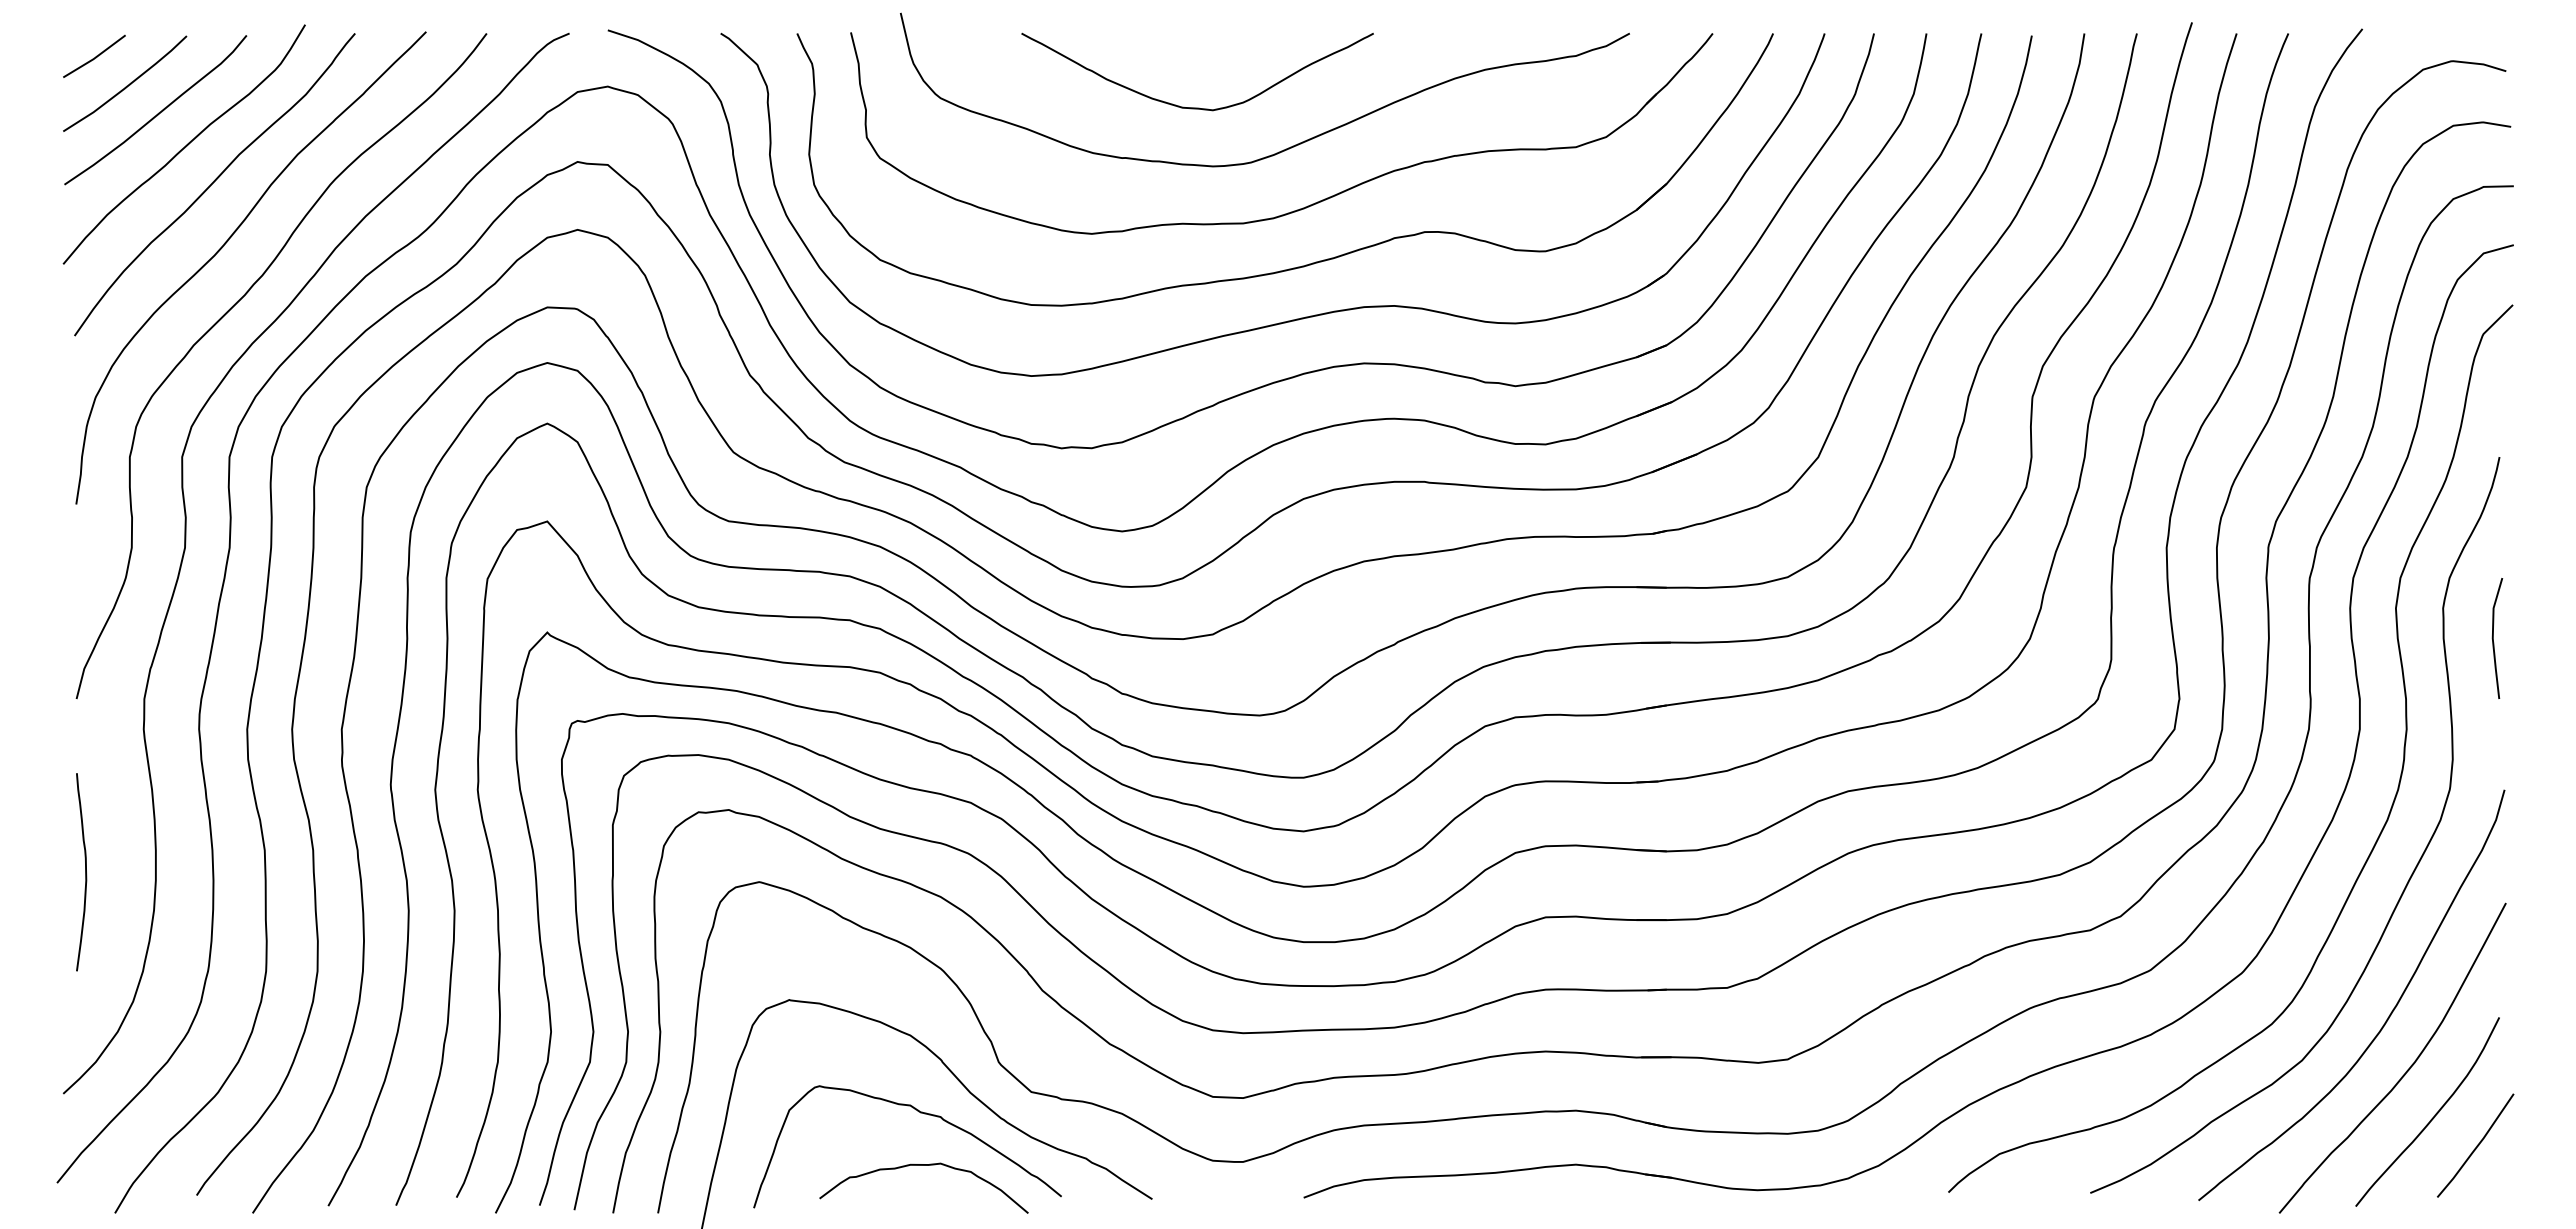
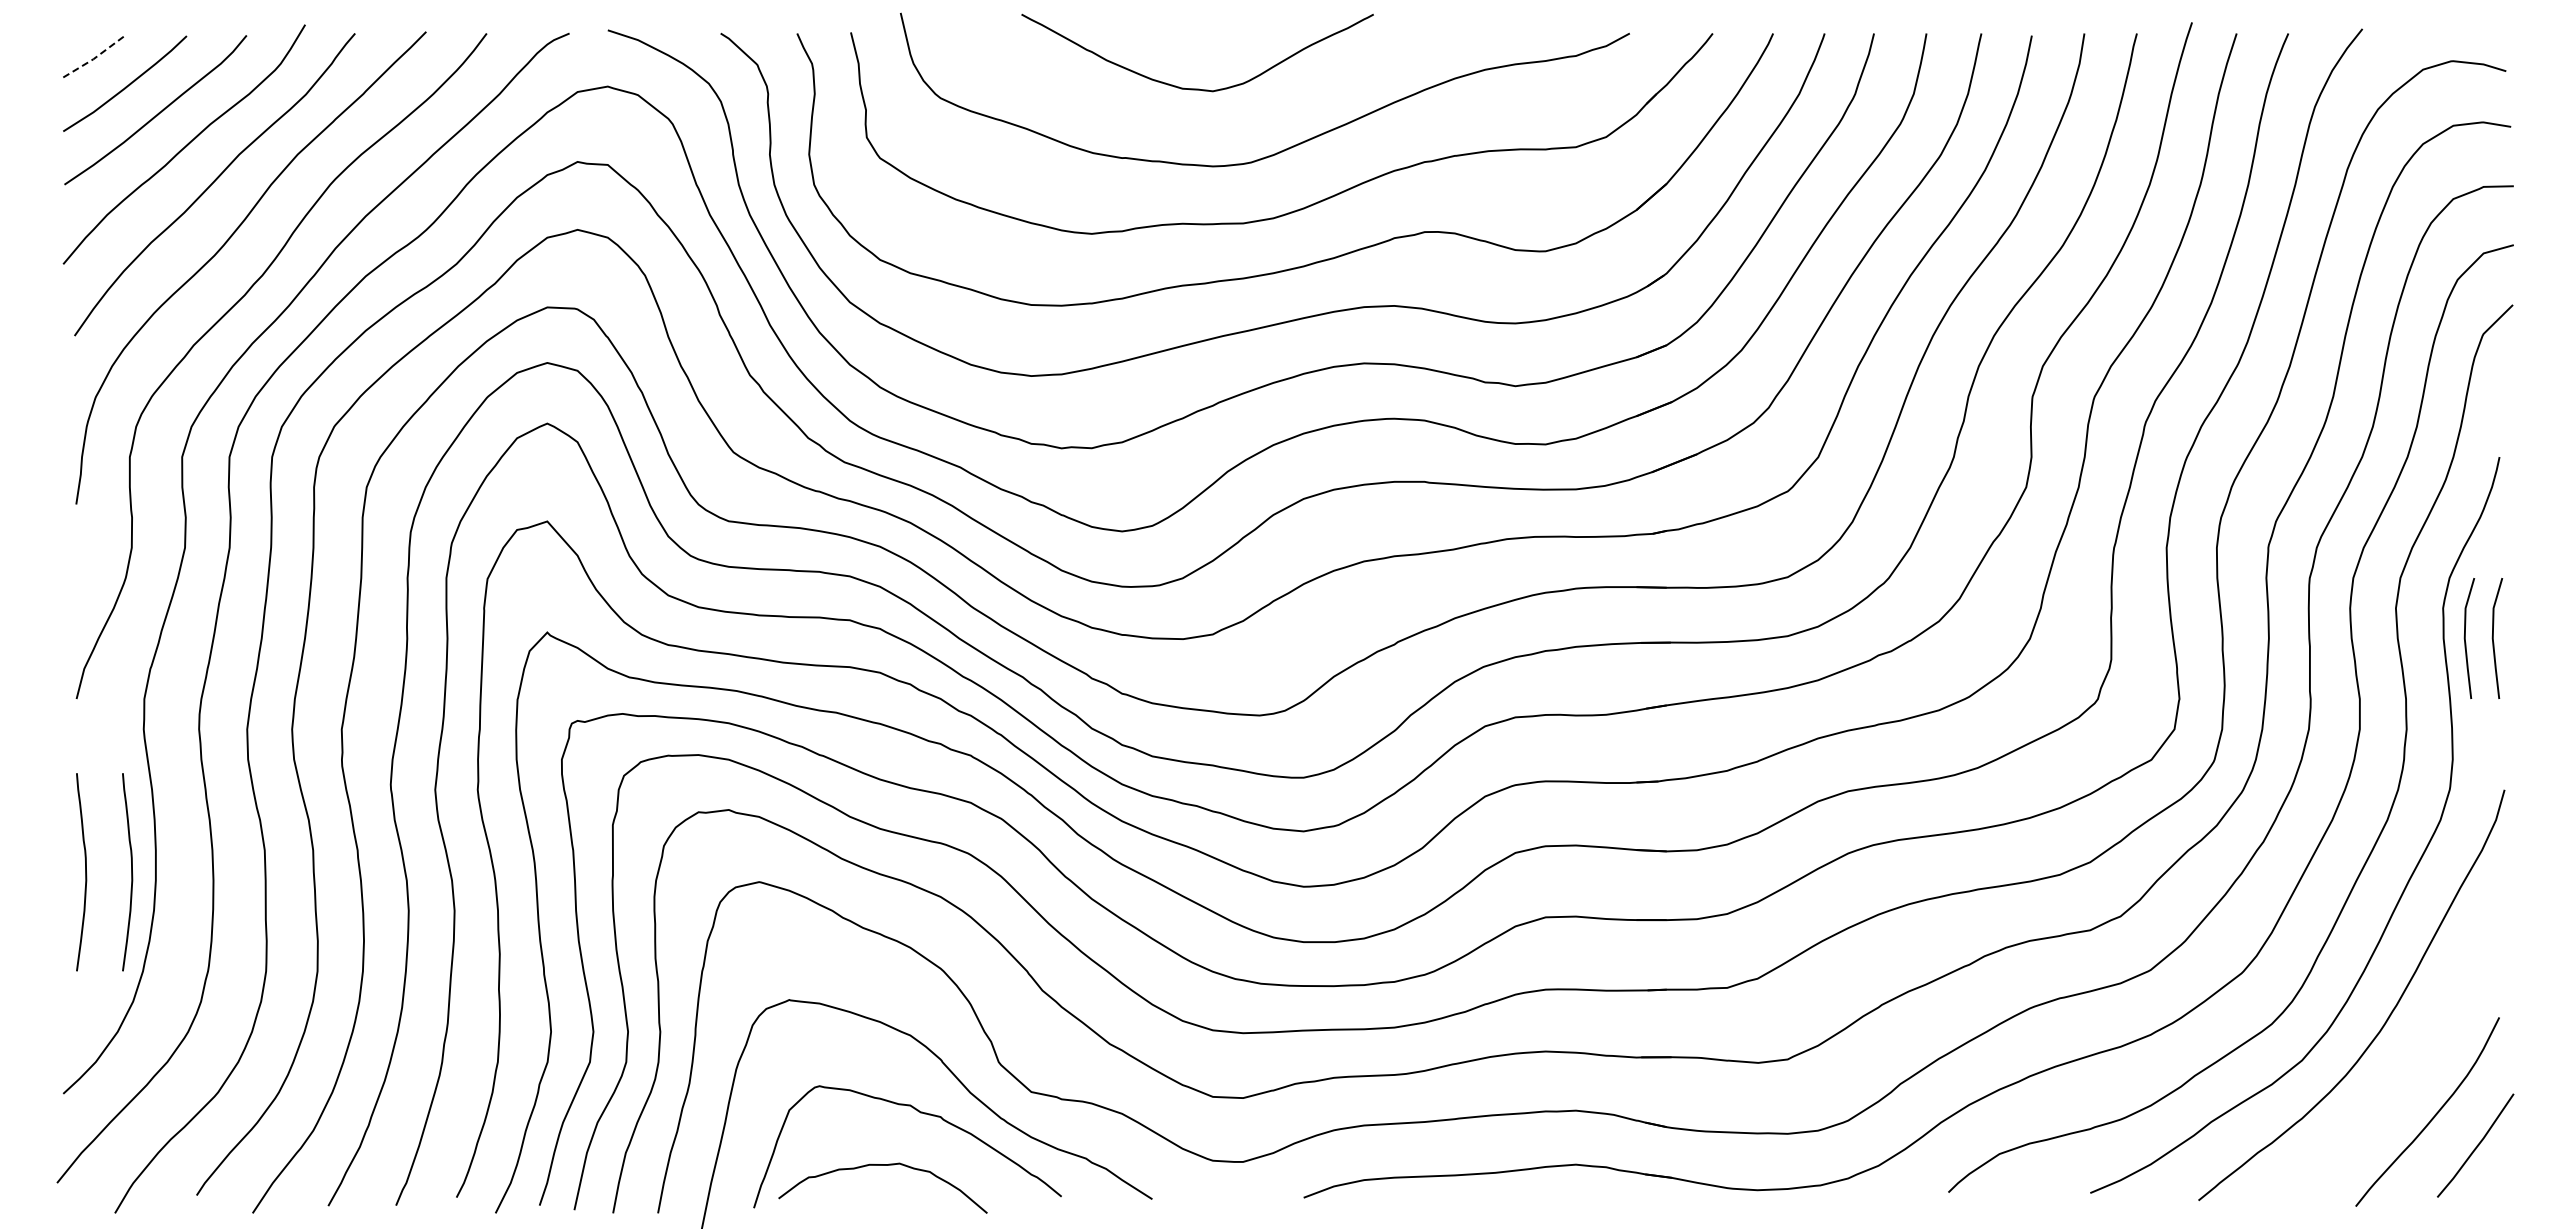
line at (95, 58): solid -> dashed
curve at (1197, 107) position: (1197, 107) -> (1197, 88)
line at (2465, 638): none -> present
curve at (131, 872): none -> present
curve at (2406, 1070): present -> none
curve at (923, 1165) position: (923, 1165) -> (882, 1165)
